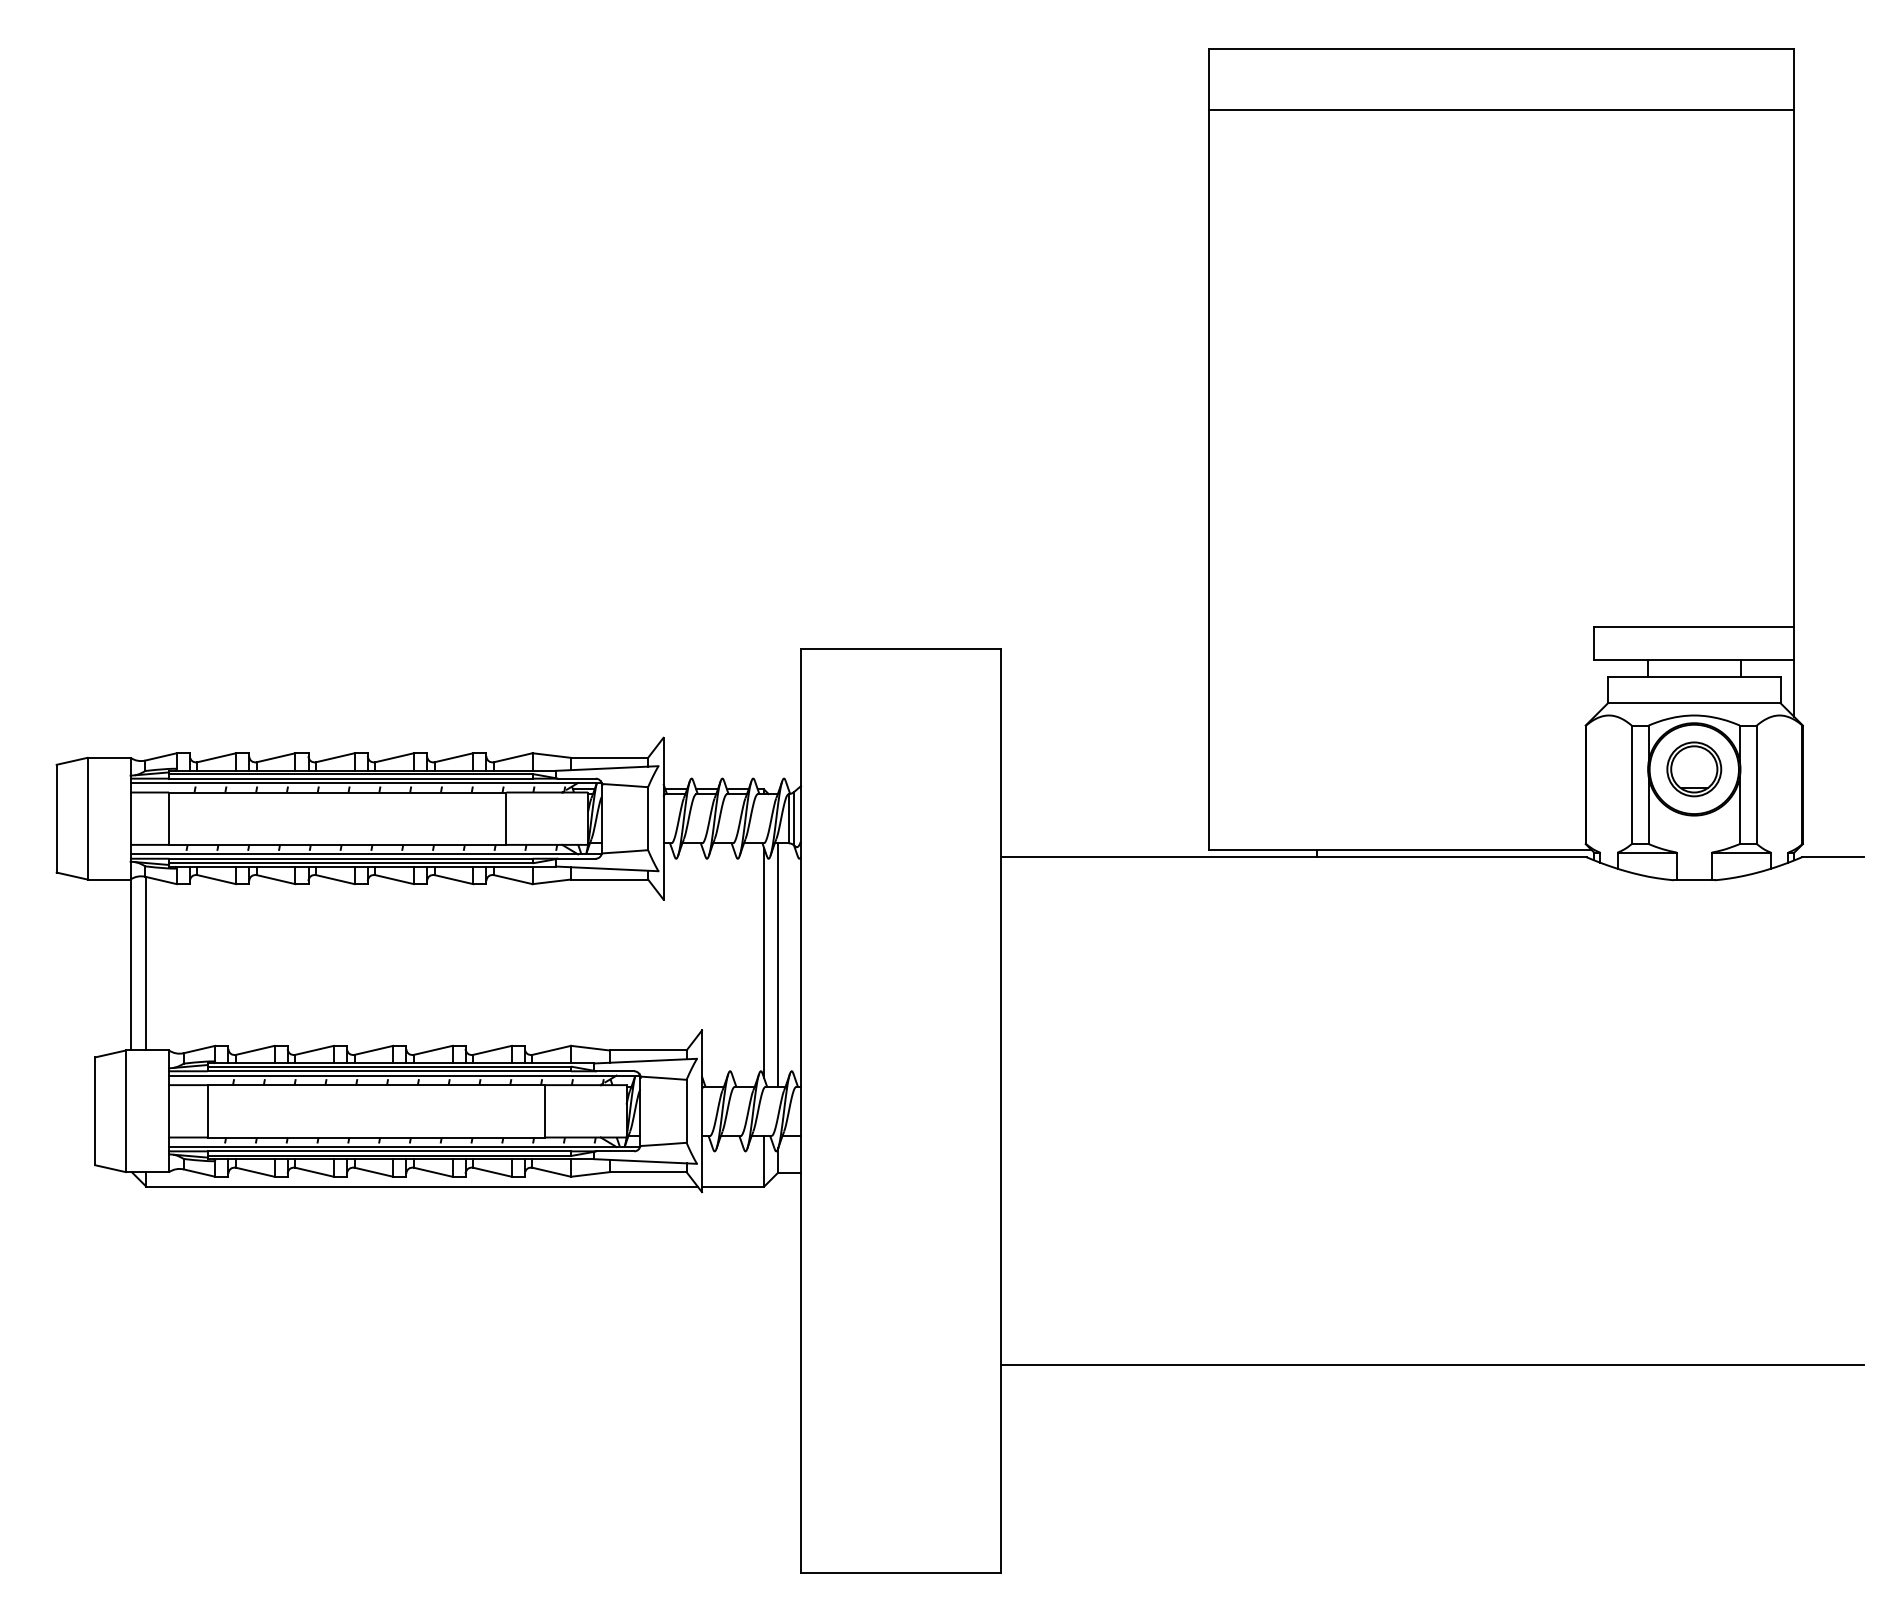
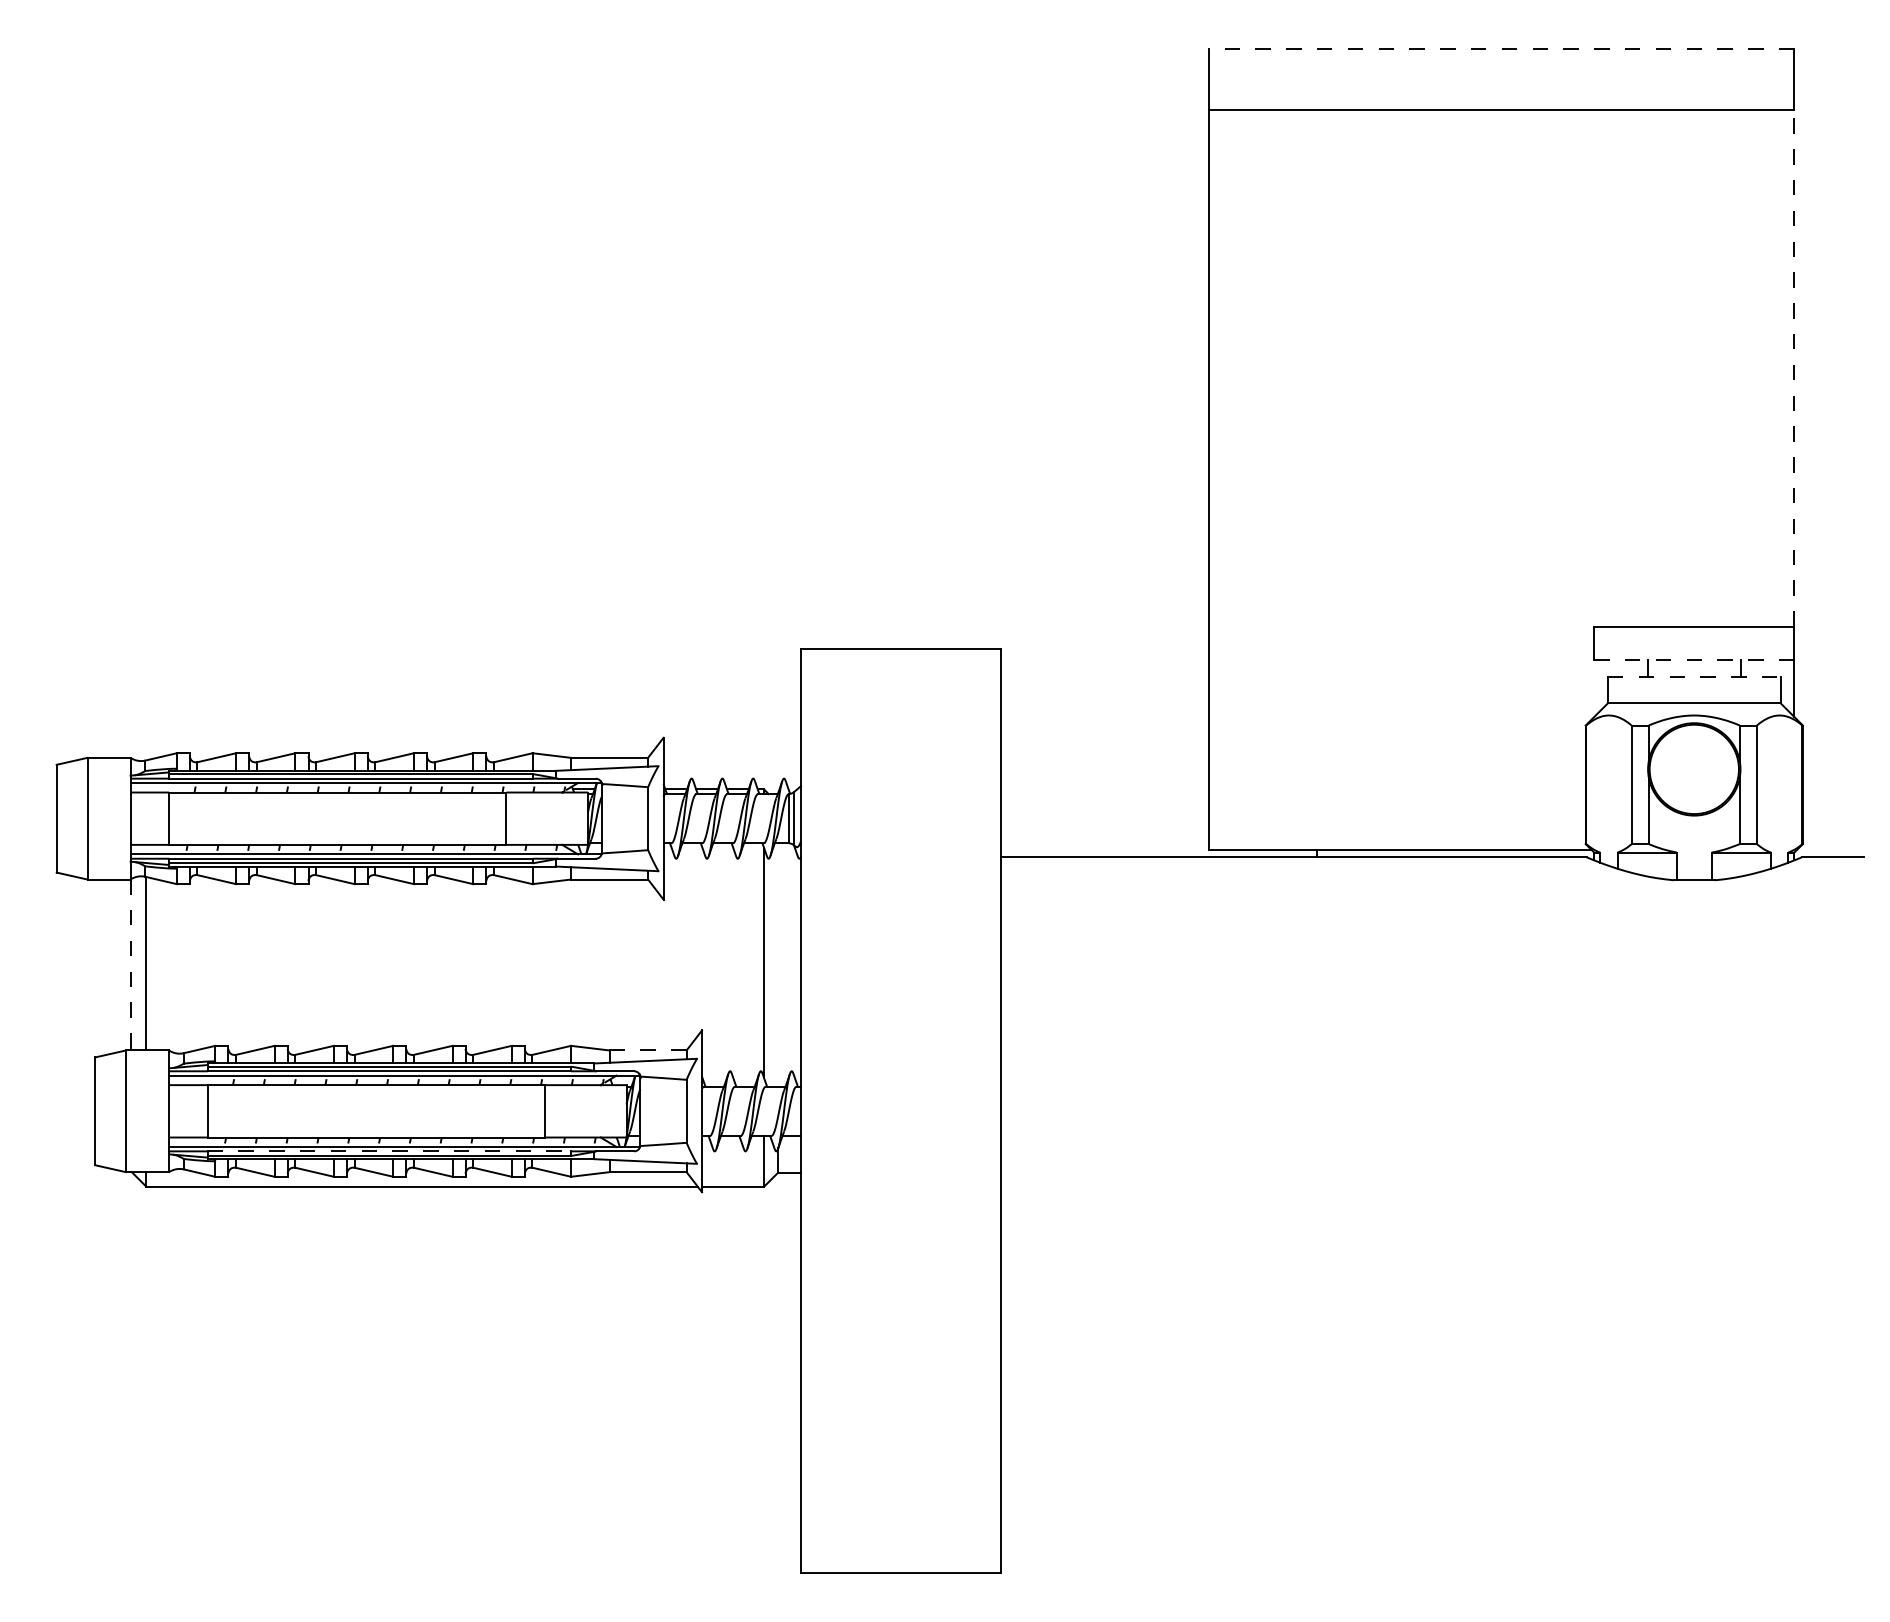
line at (1501, 48): solid -> dashed
line at (1794, 367): solid -> dashed
line at (1693, 660): solid -> dashed
line at (1694, 677): solid -> dashed
part at (1694, 769): present -> none
line at (131, 964): solid -> dashed
line at (777, 964): present -> none
line at (648, 1050): solid -> dashed
line at (389, 1151): solid -> dashed
line at (1432, 1365): present -> none
